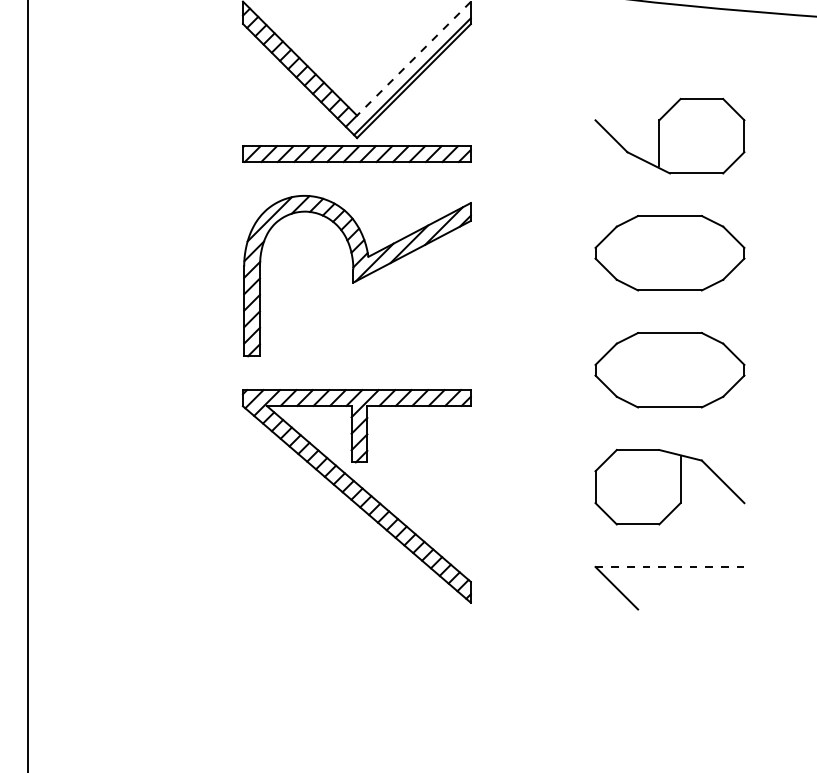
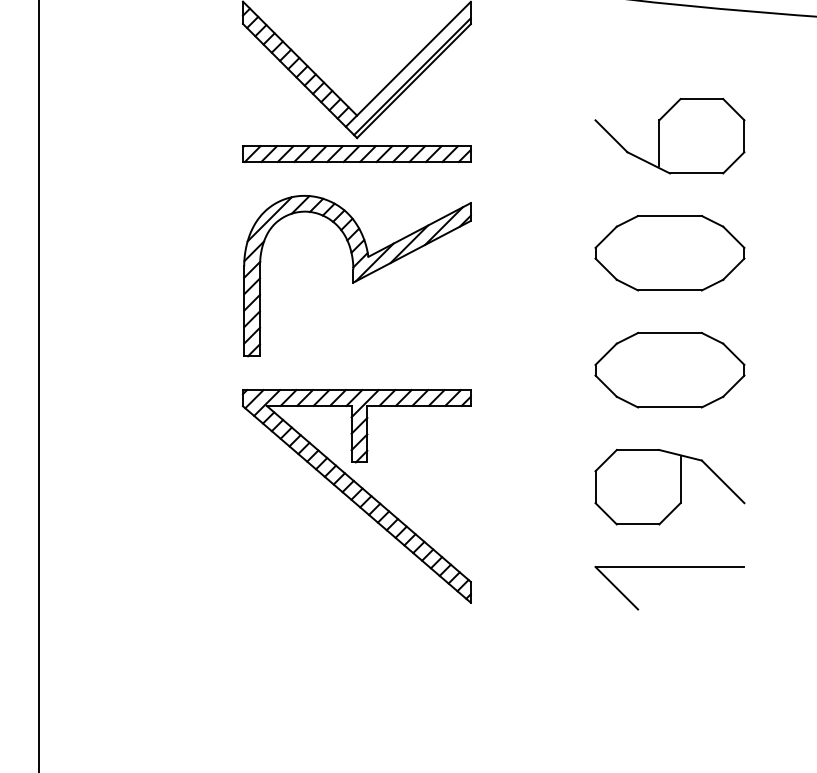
line at (413, 59): dashed -> solid
line at (28, 385) position: (28, 385) -> (39, 385)
line at (670, 567): dashed -> solid
